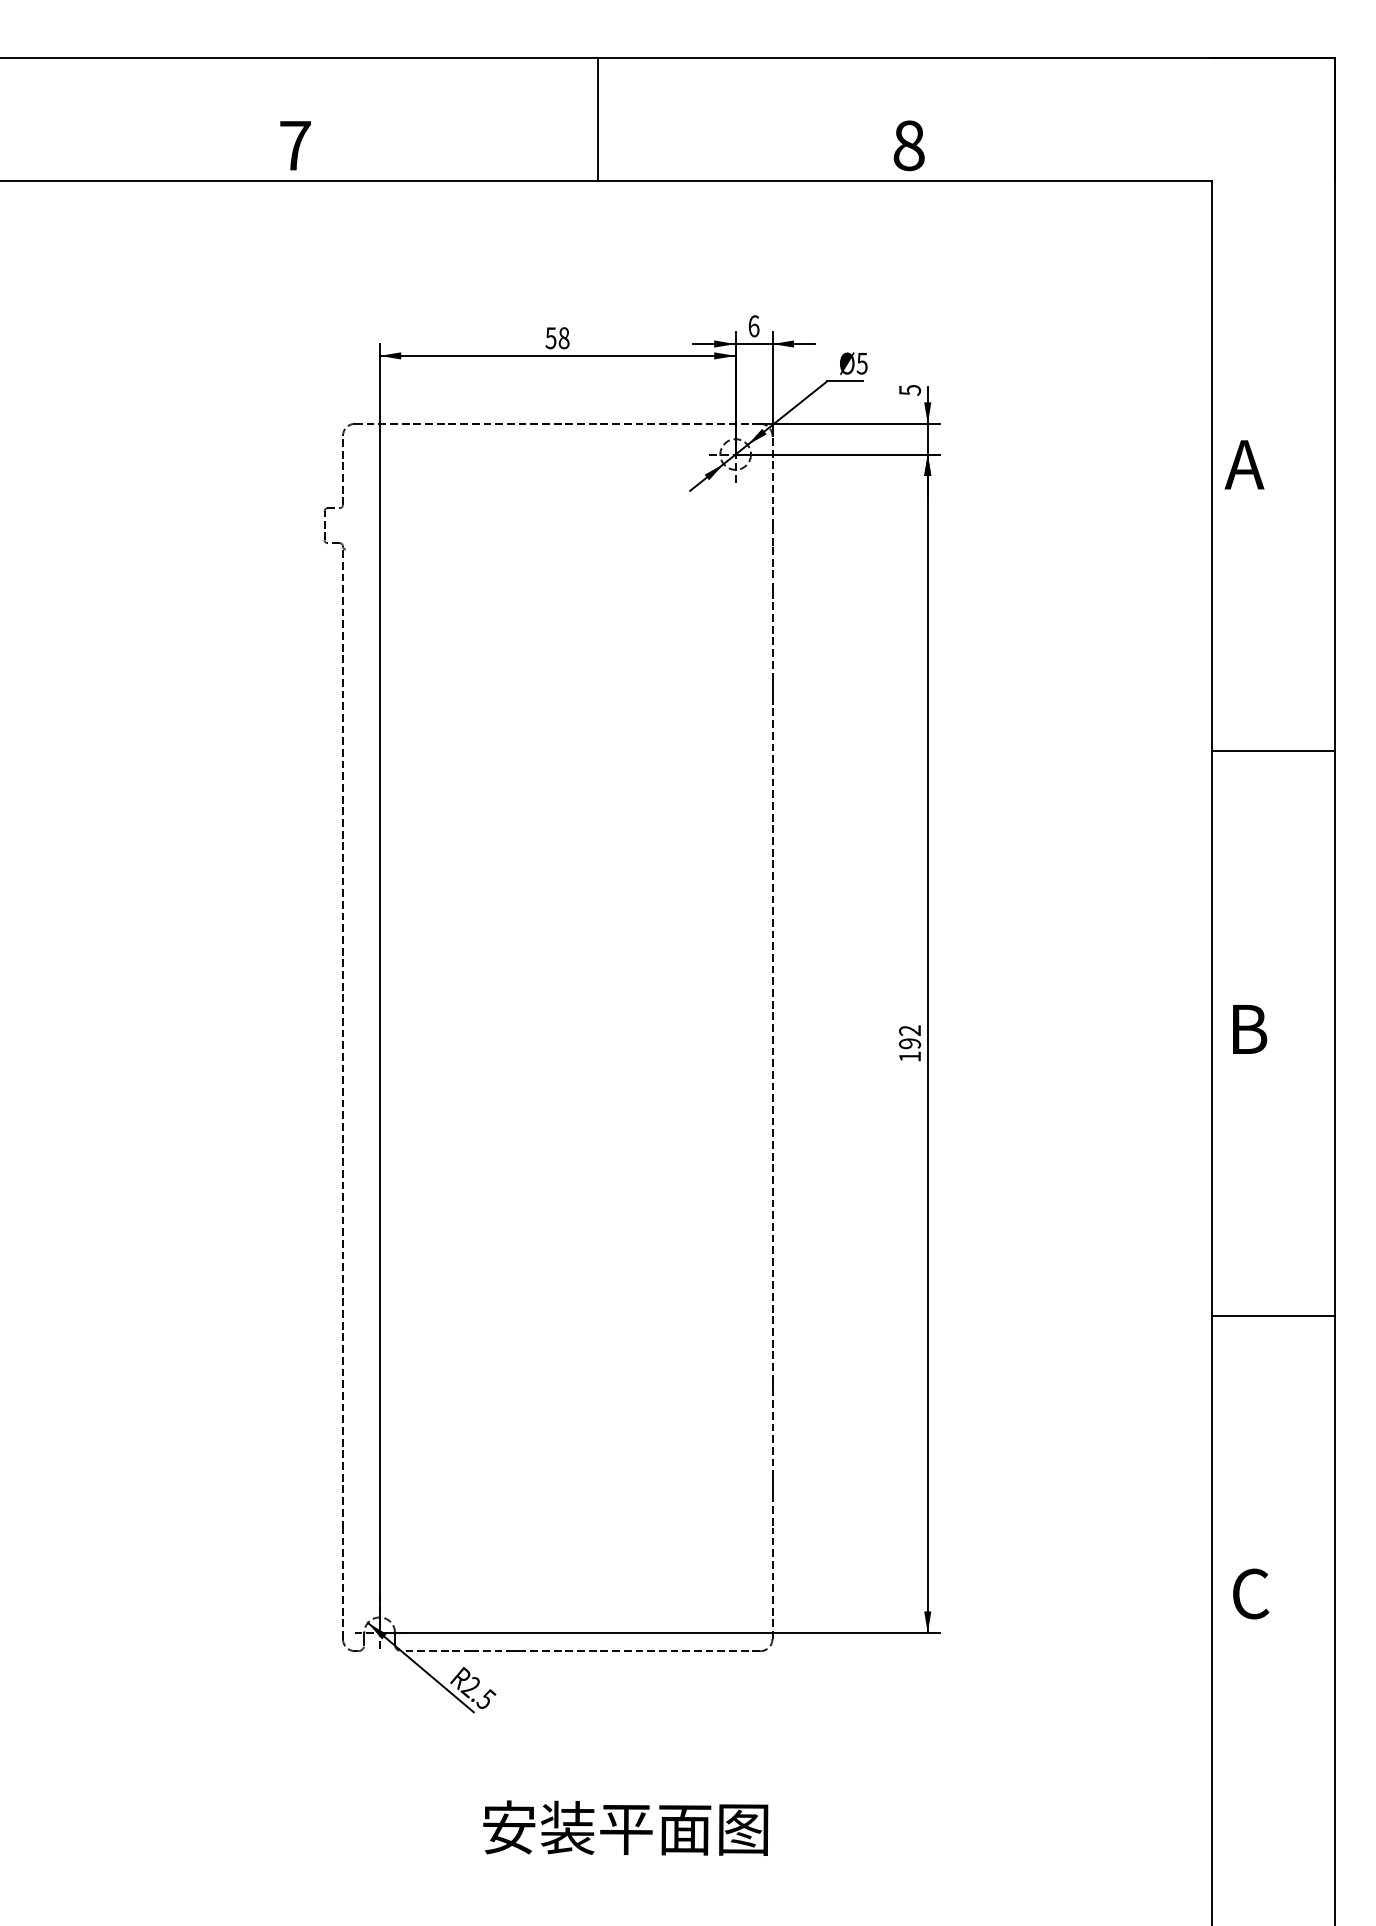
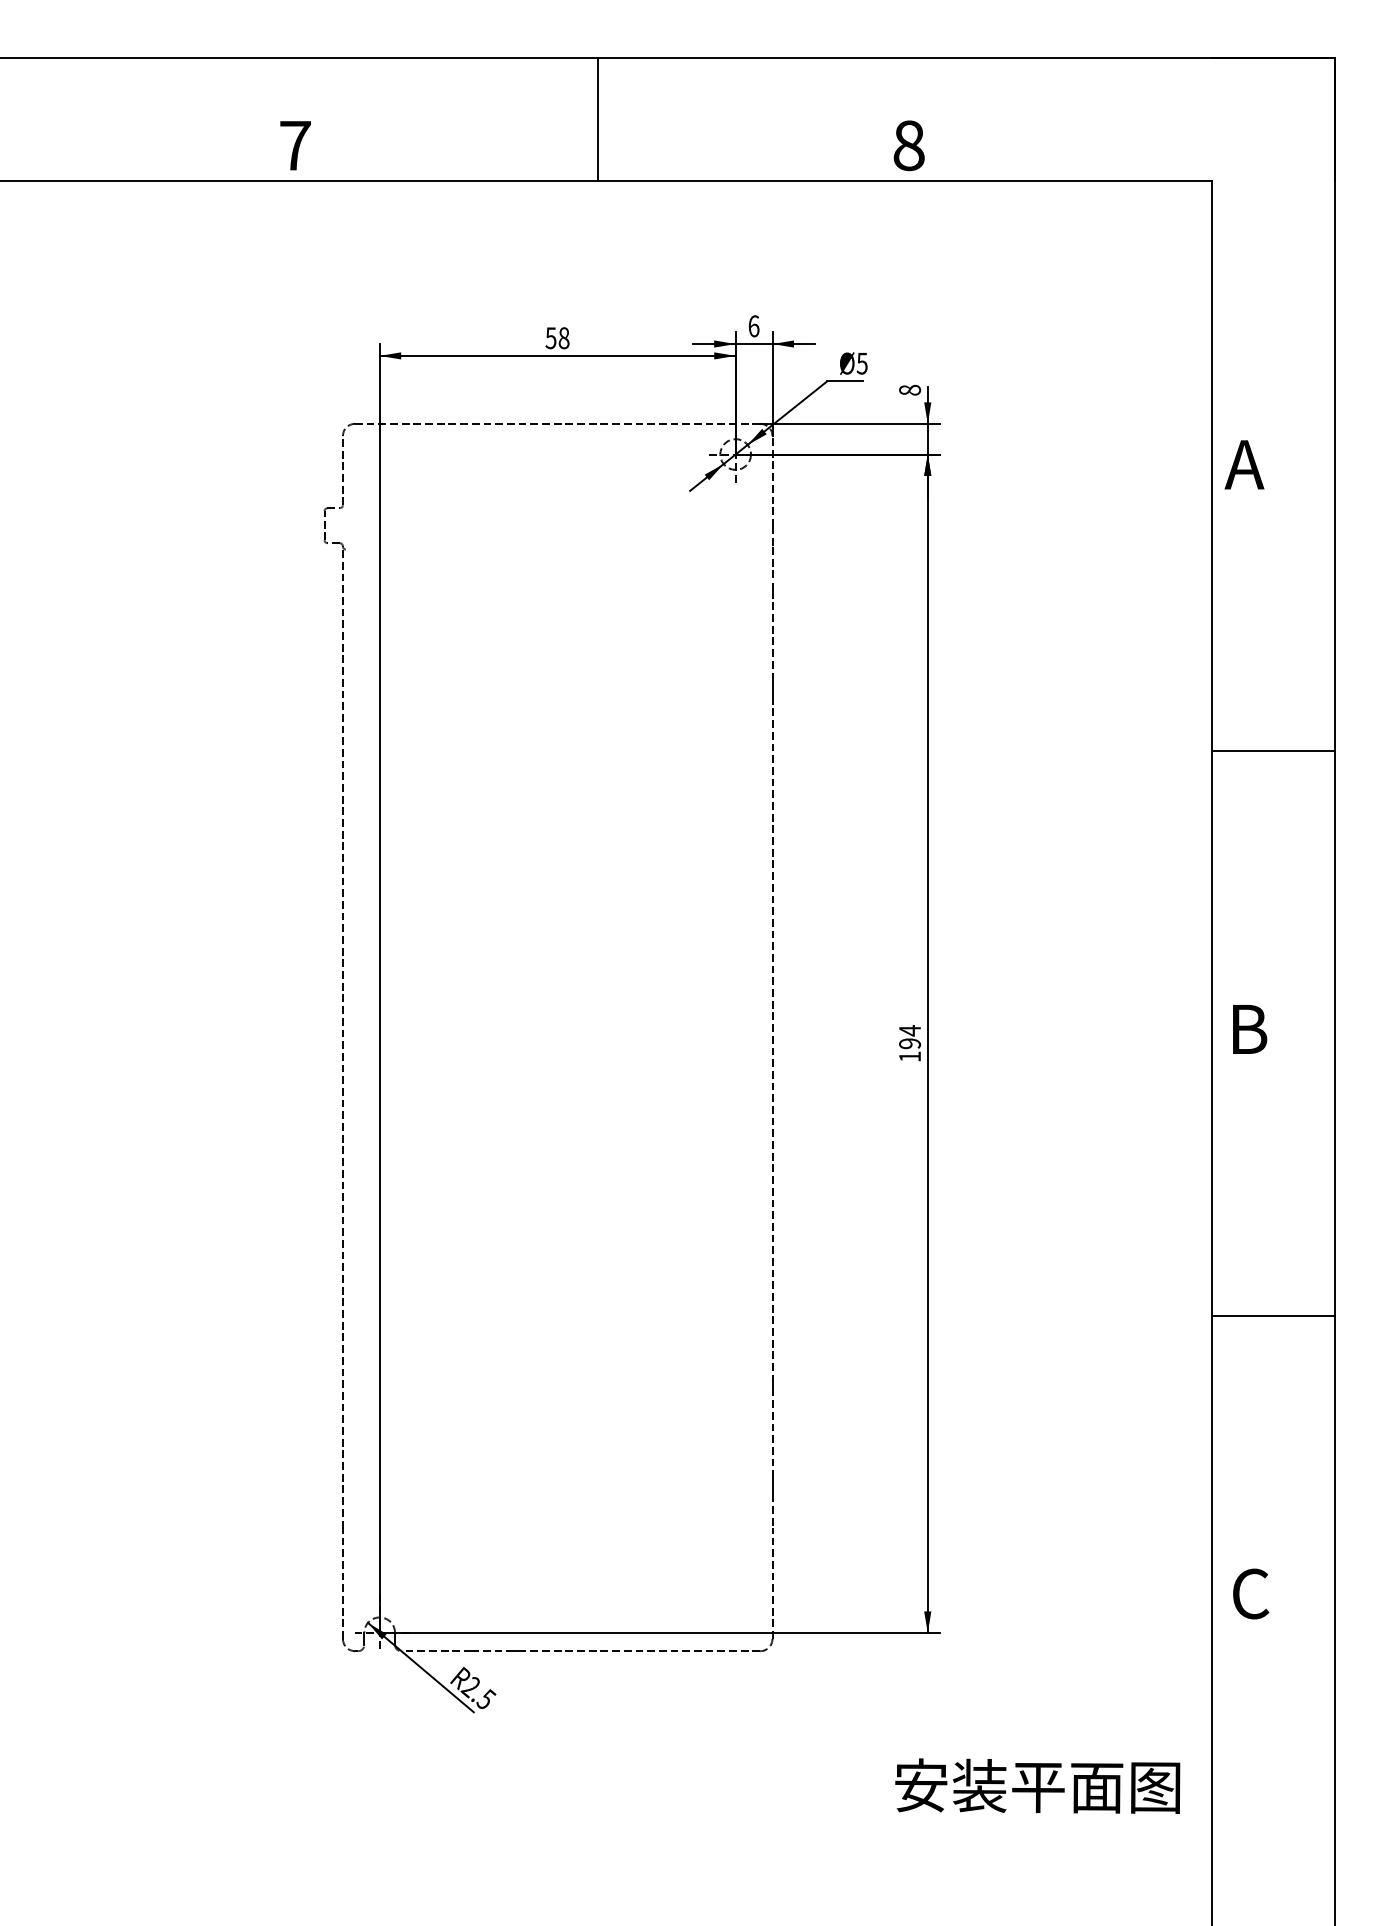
text at (909, 389): 5 -> 8
text at (909, 1030): 192 -> 194
text at (625, 1827) position: (625, 1827) -> (1037, 1785)
